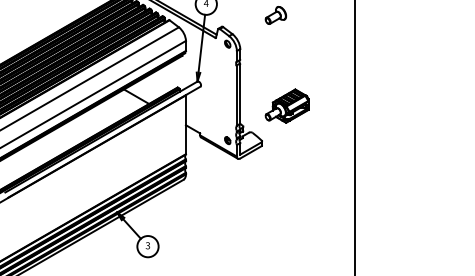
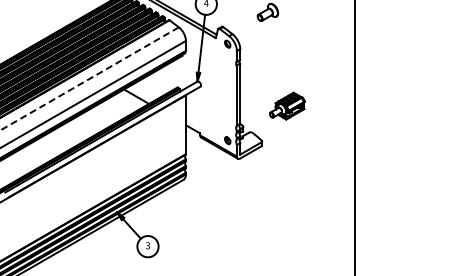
part at (275, 15) position: (275, 15) -> (267, 12)
line at (89, 78): solid -> dashed
part at (286, 105) size: 46x36 px -> 37x30 px
